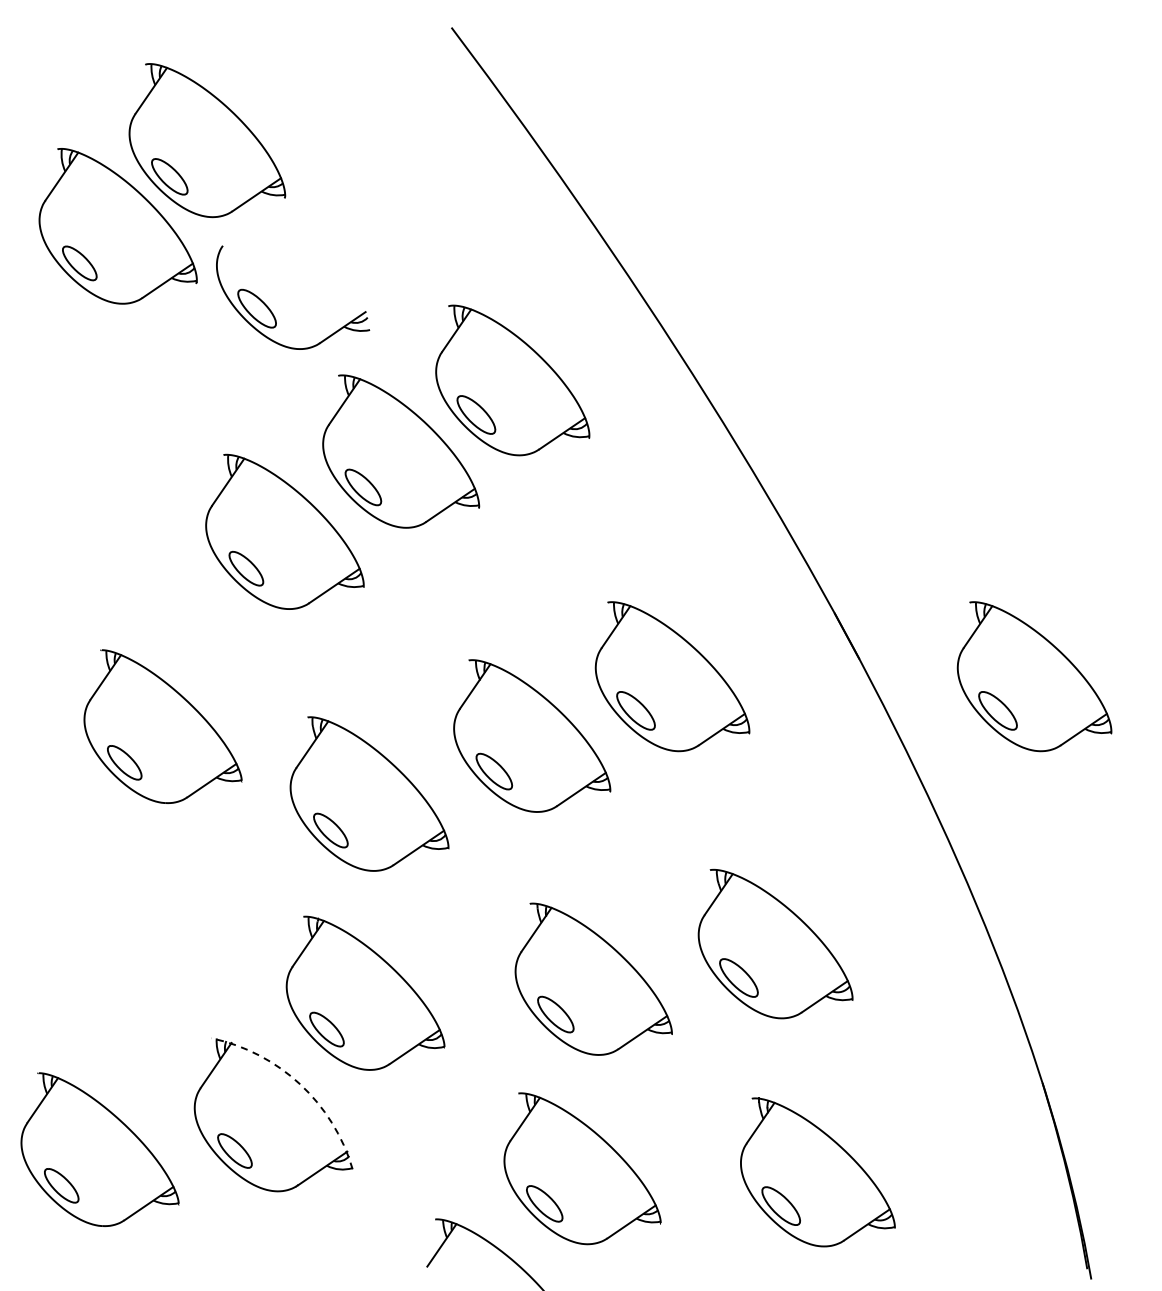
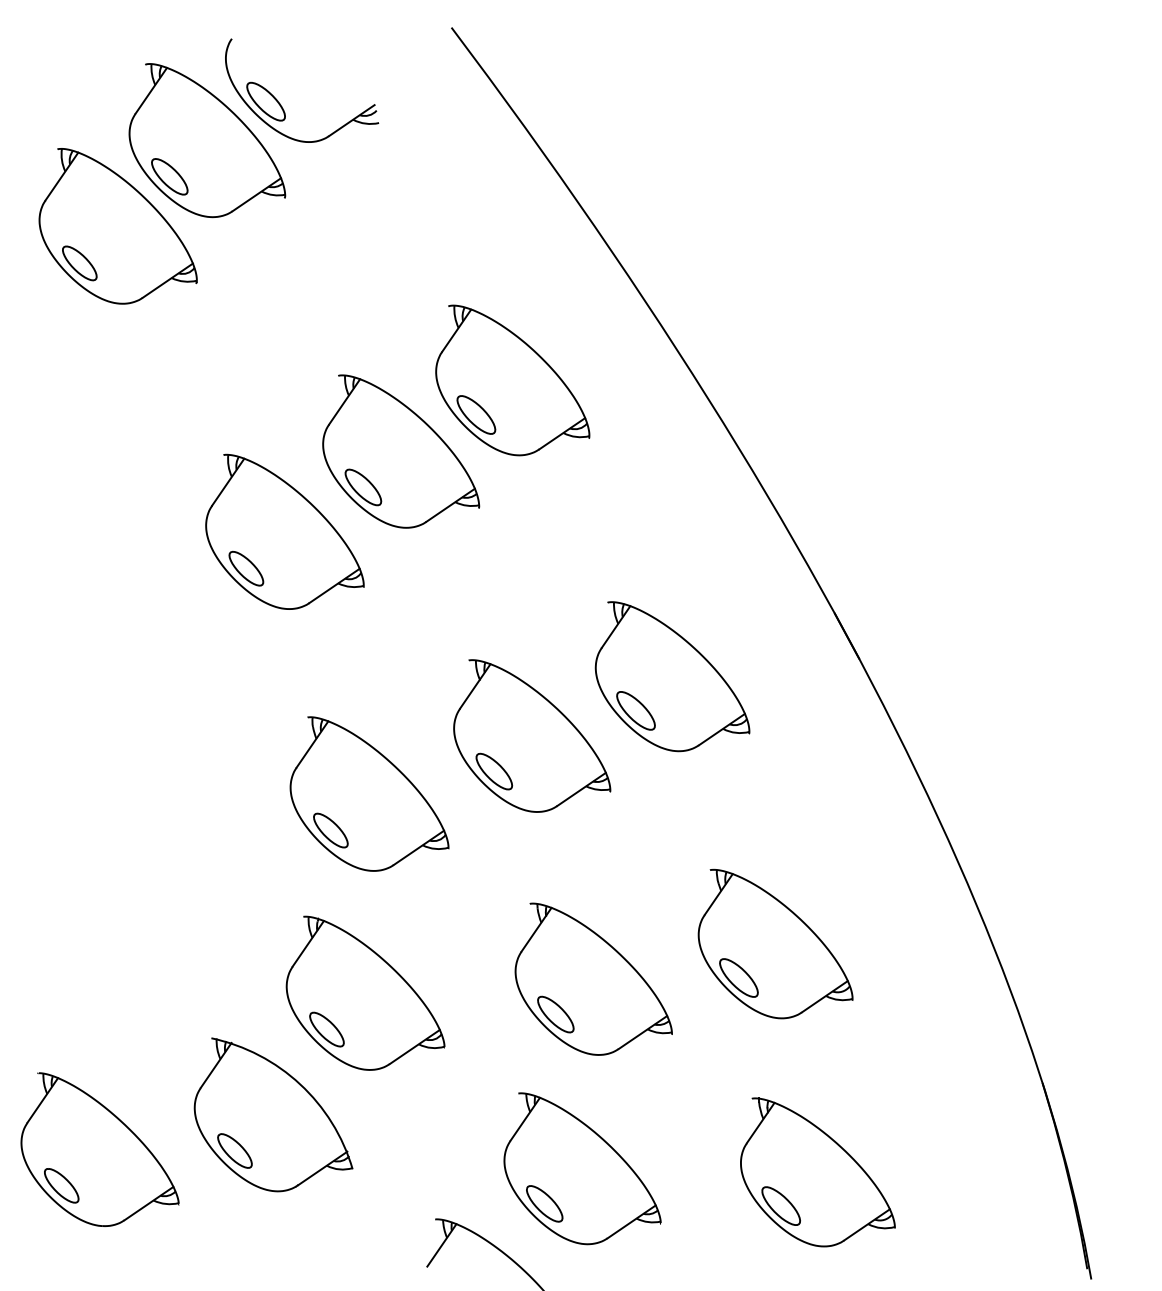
part at (271, 310) position: (271, 310) -> (280, 103)
part at (1034, 676): present -> none
part at (162, 726): present -> none
arc at (300, 1084): dashed -> solid
